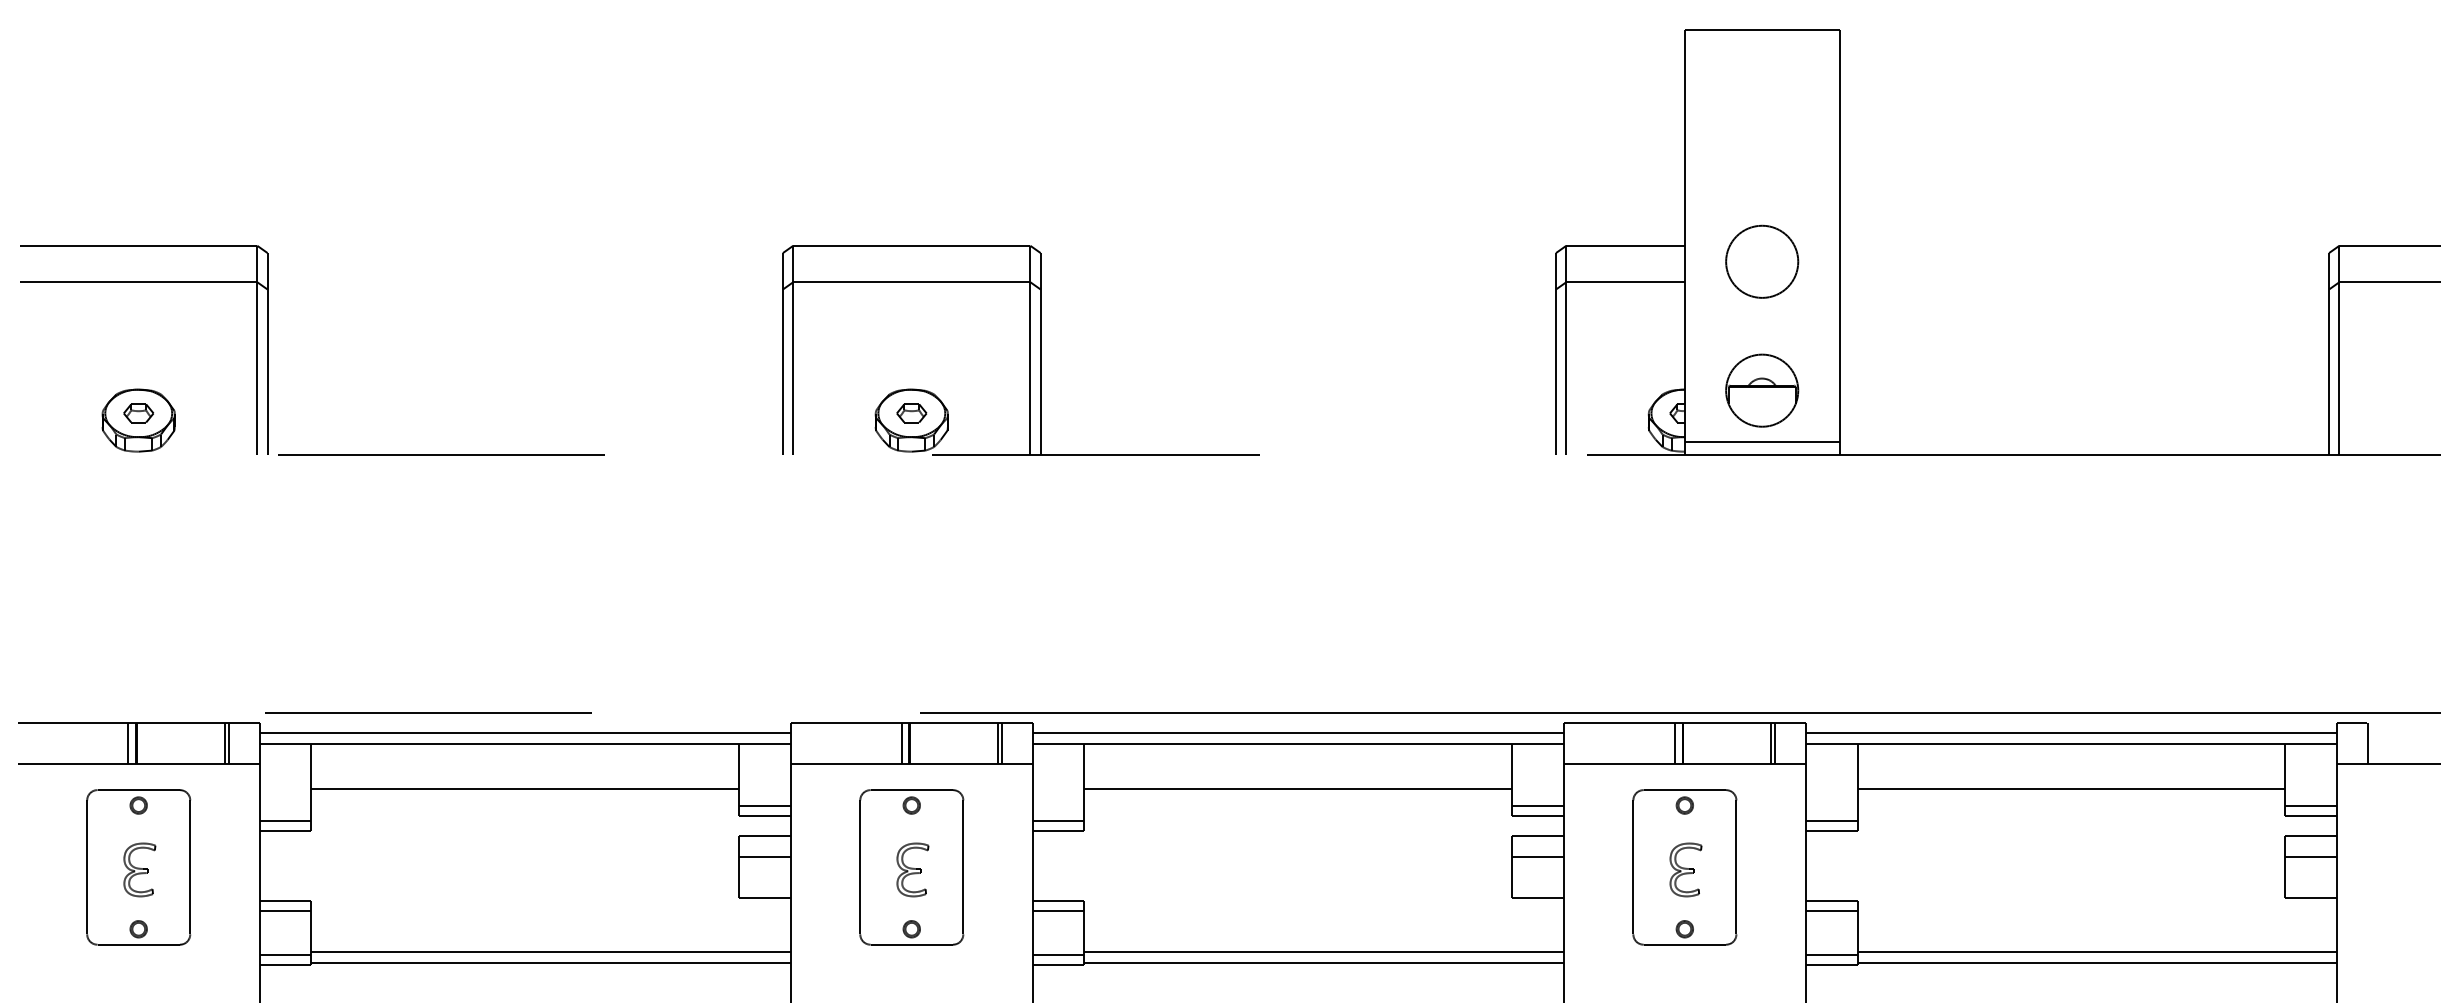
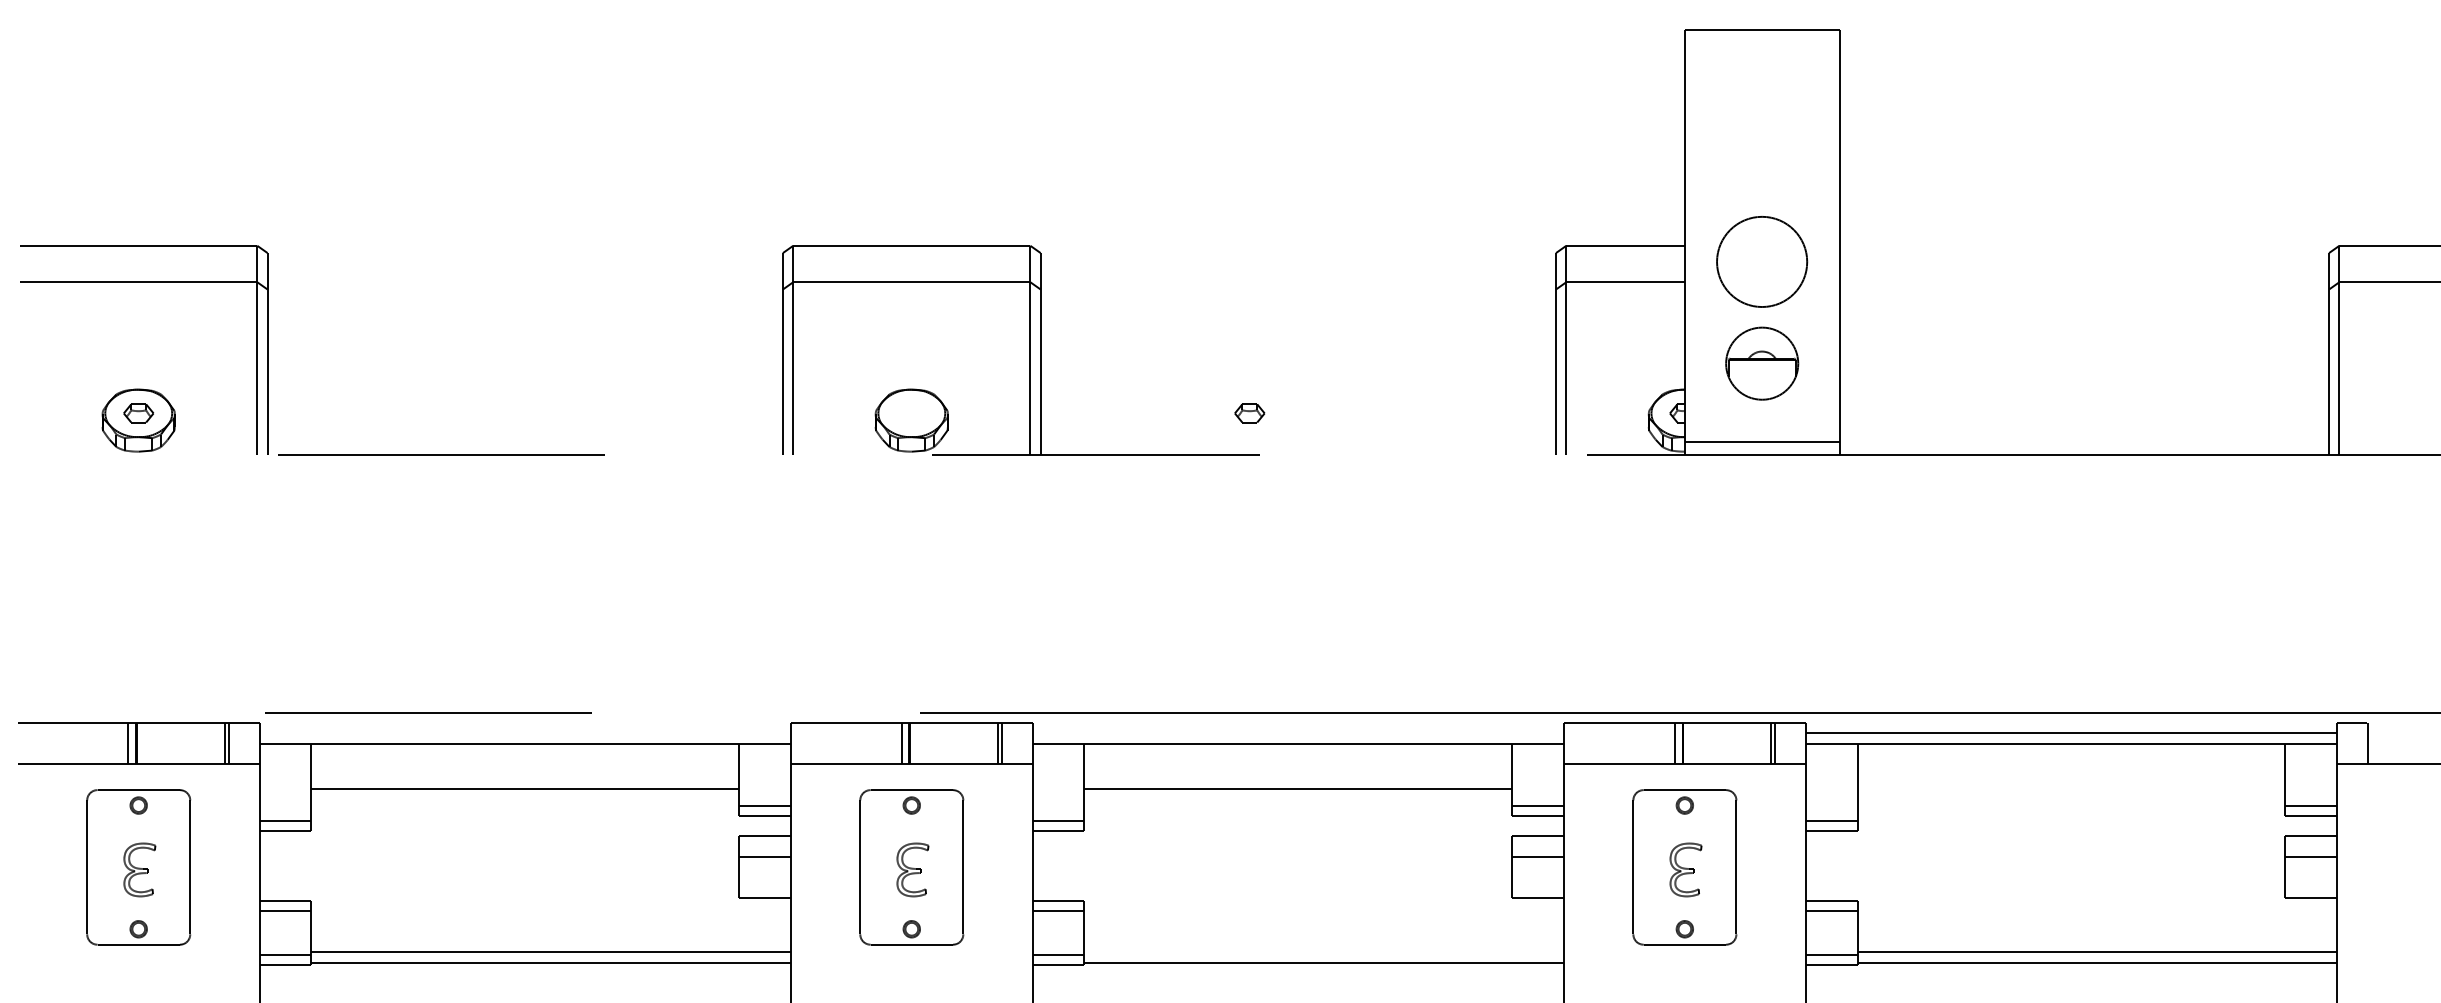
circle at (1762, 261) size: 75x75 px -> 93x92 px
part at (1762, 390) position: (1762, 390) -> (1762, 363)
part at (911, 413) position: (911, 413) -> (1249, 413)
line at (524, 733): present -> none
line at (1297, 733): present -> none
line at (2071, 789): present -> none
line at (1323, 952): present -> none
